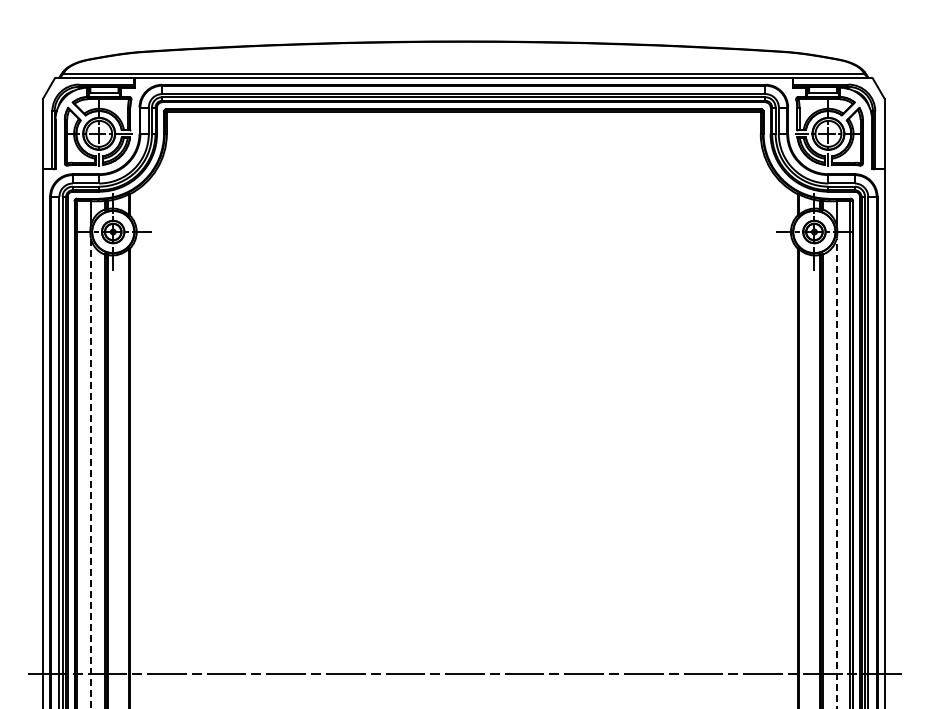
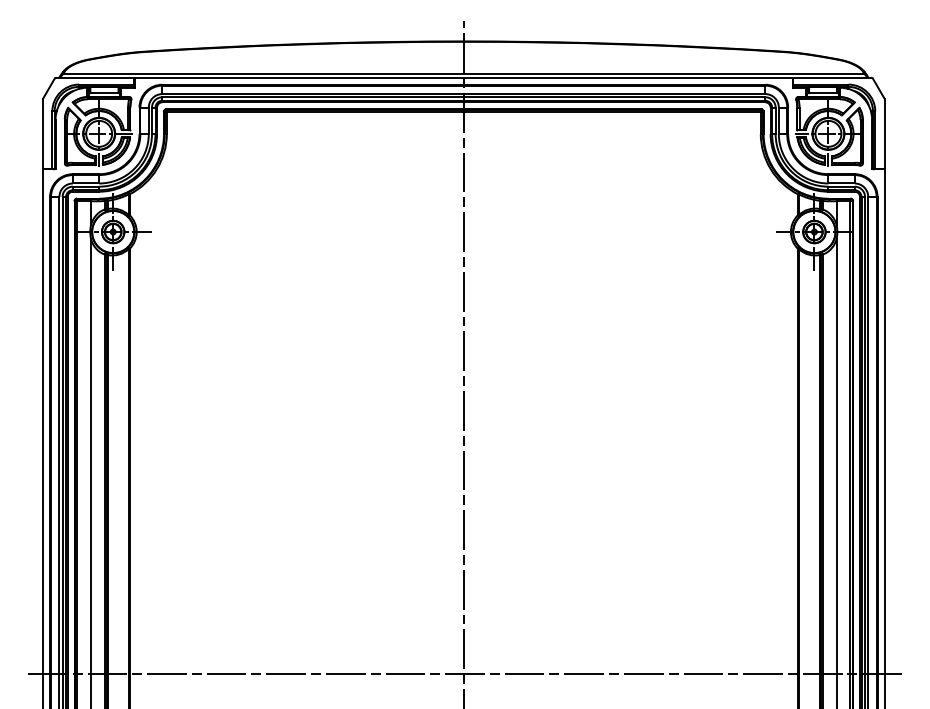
line at (463, 363): none -> present
line at (90, 473): dashed -> solid
line at (836, 473): dashed -> solid
